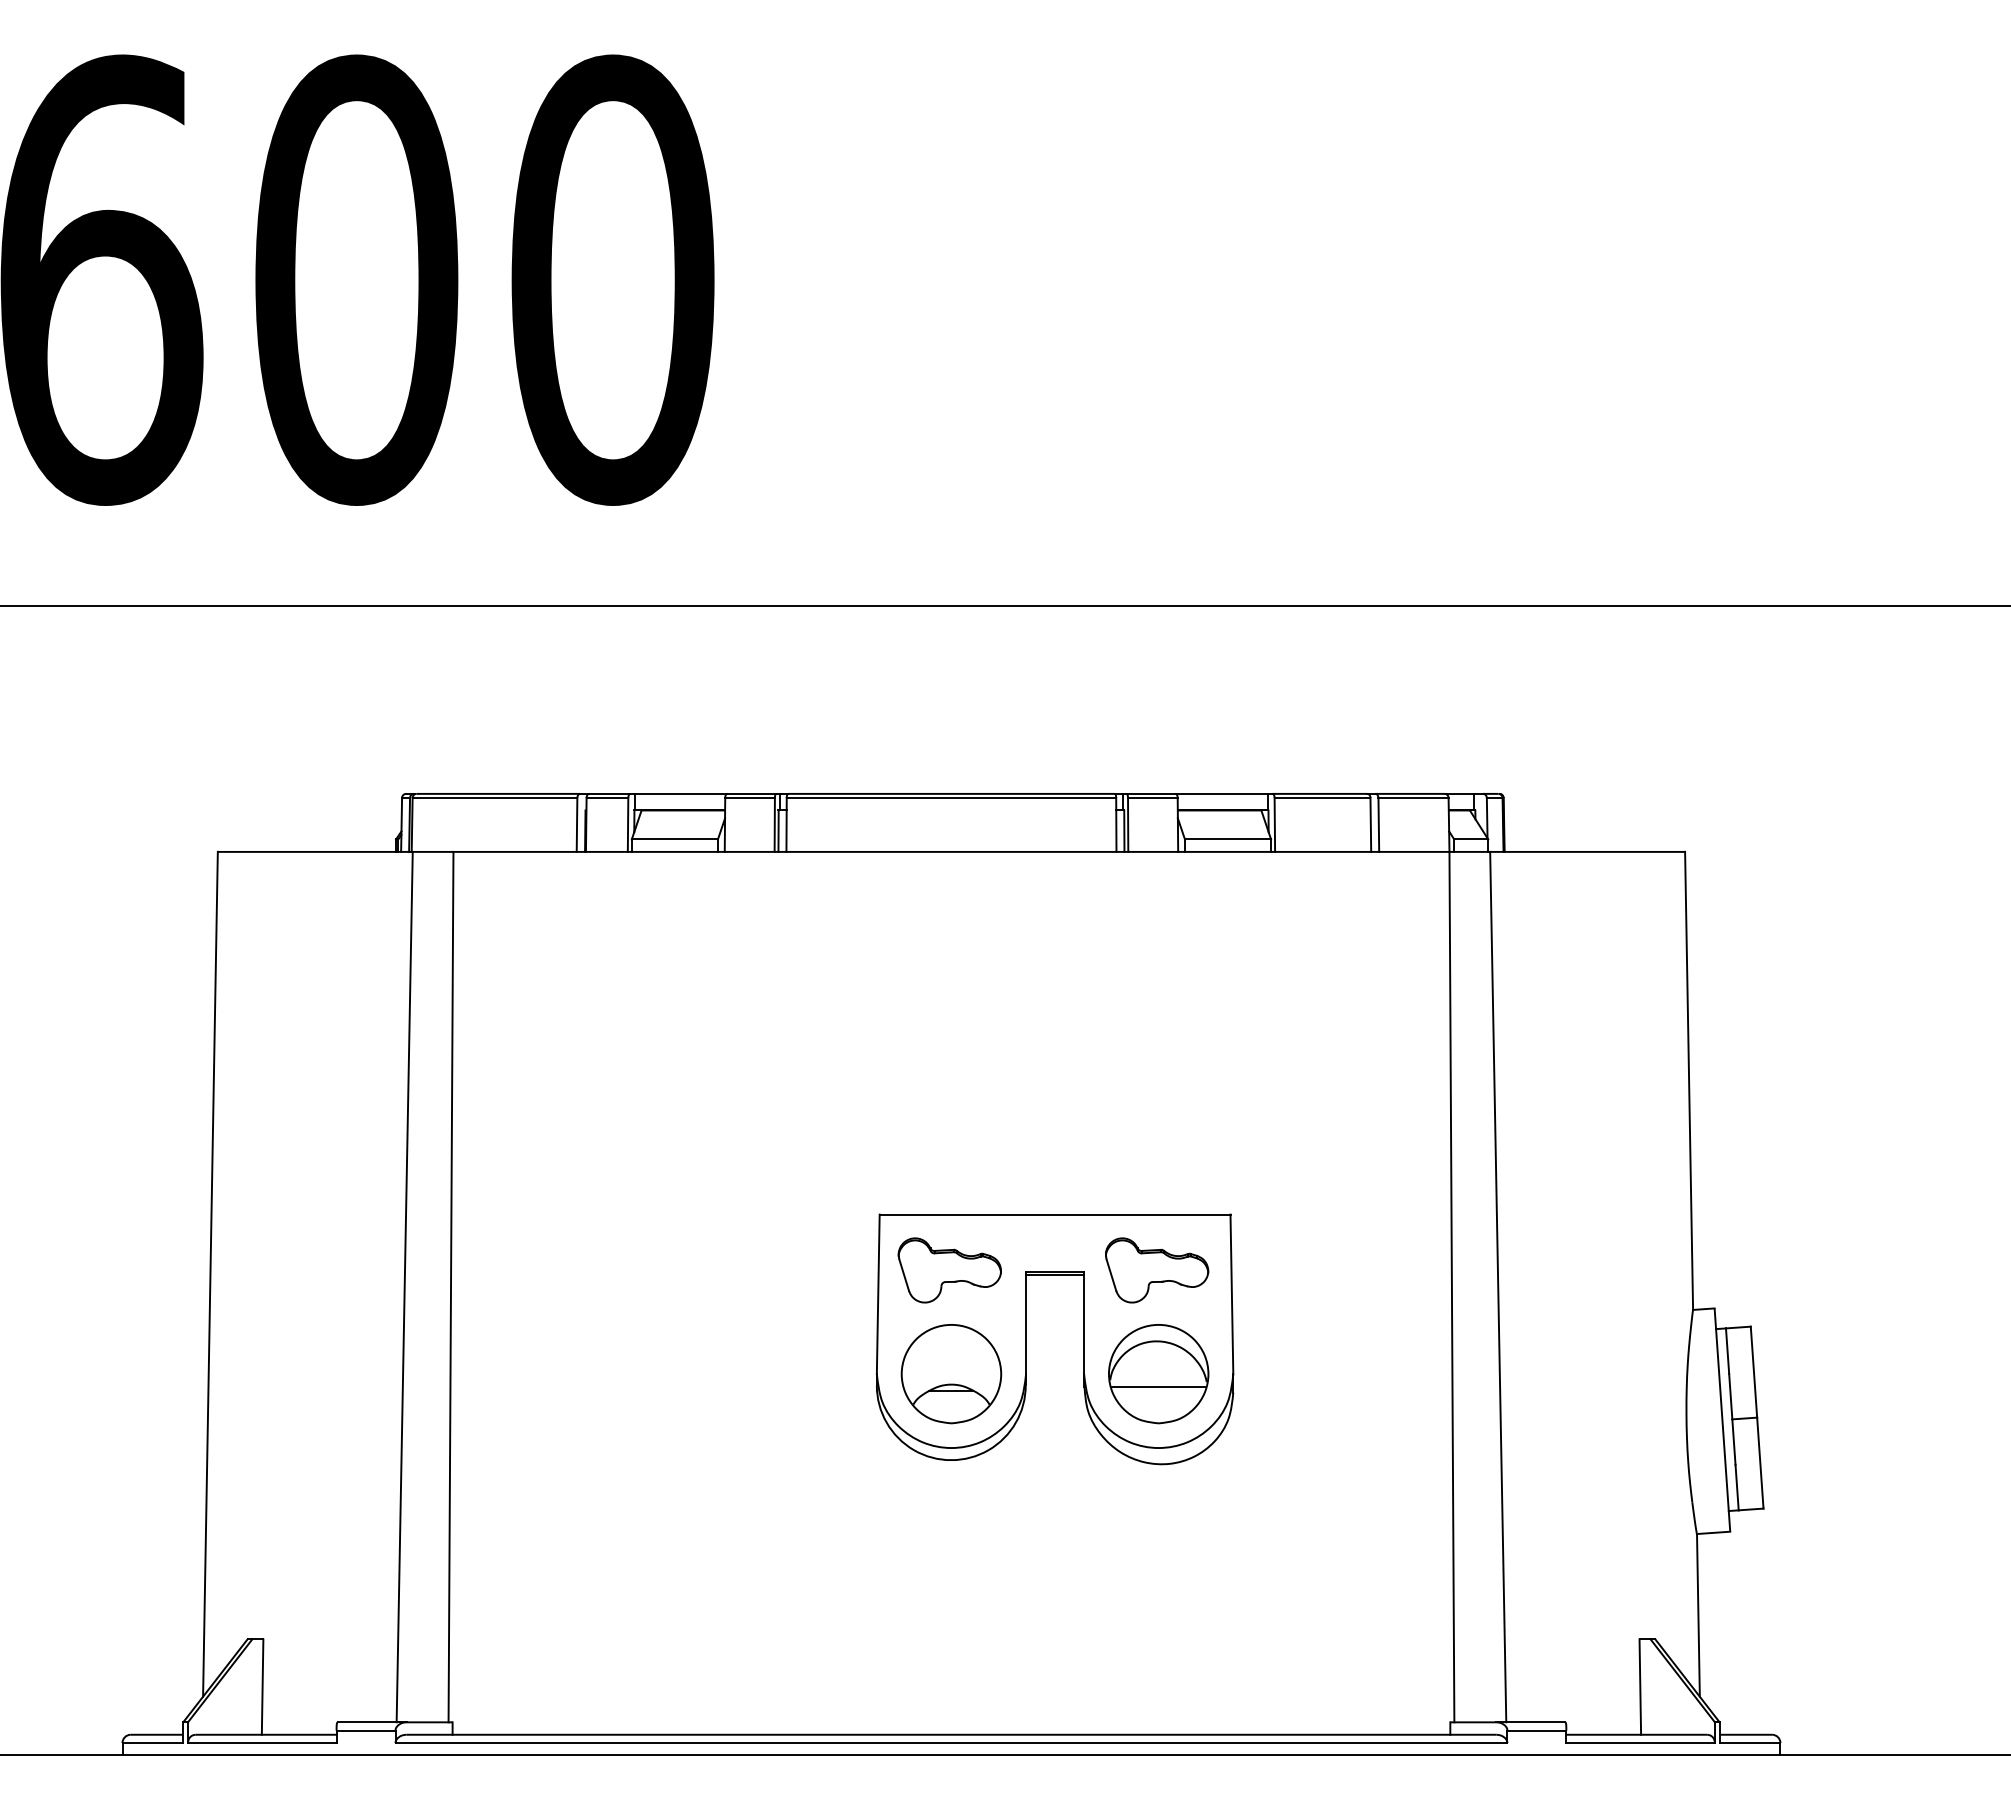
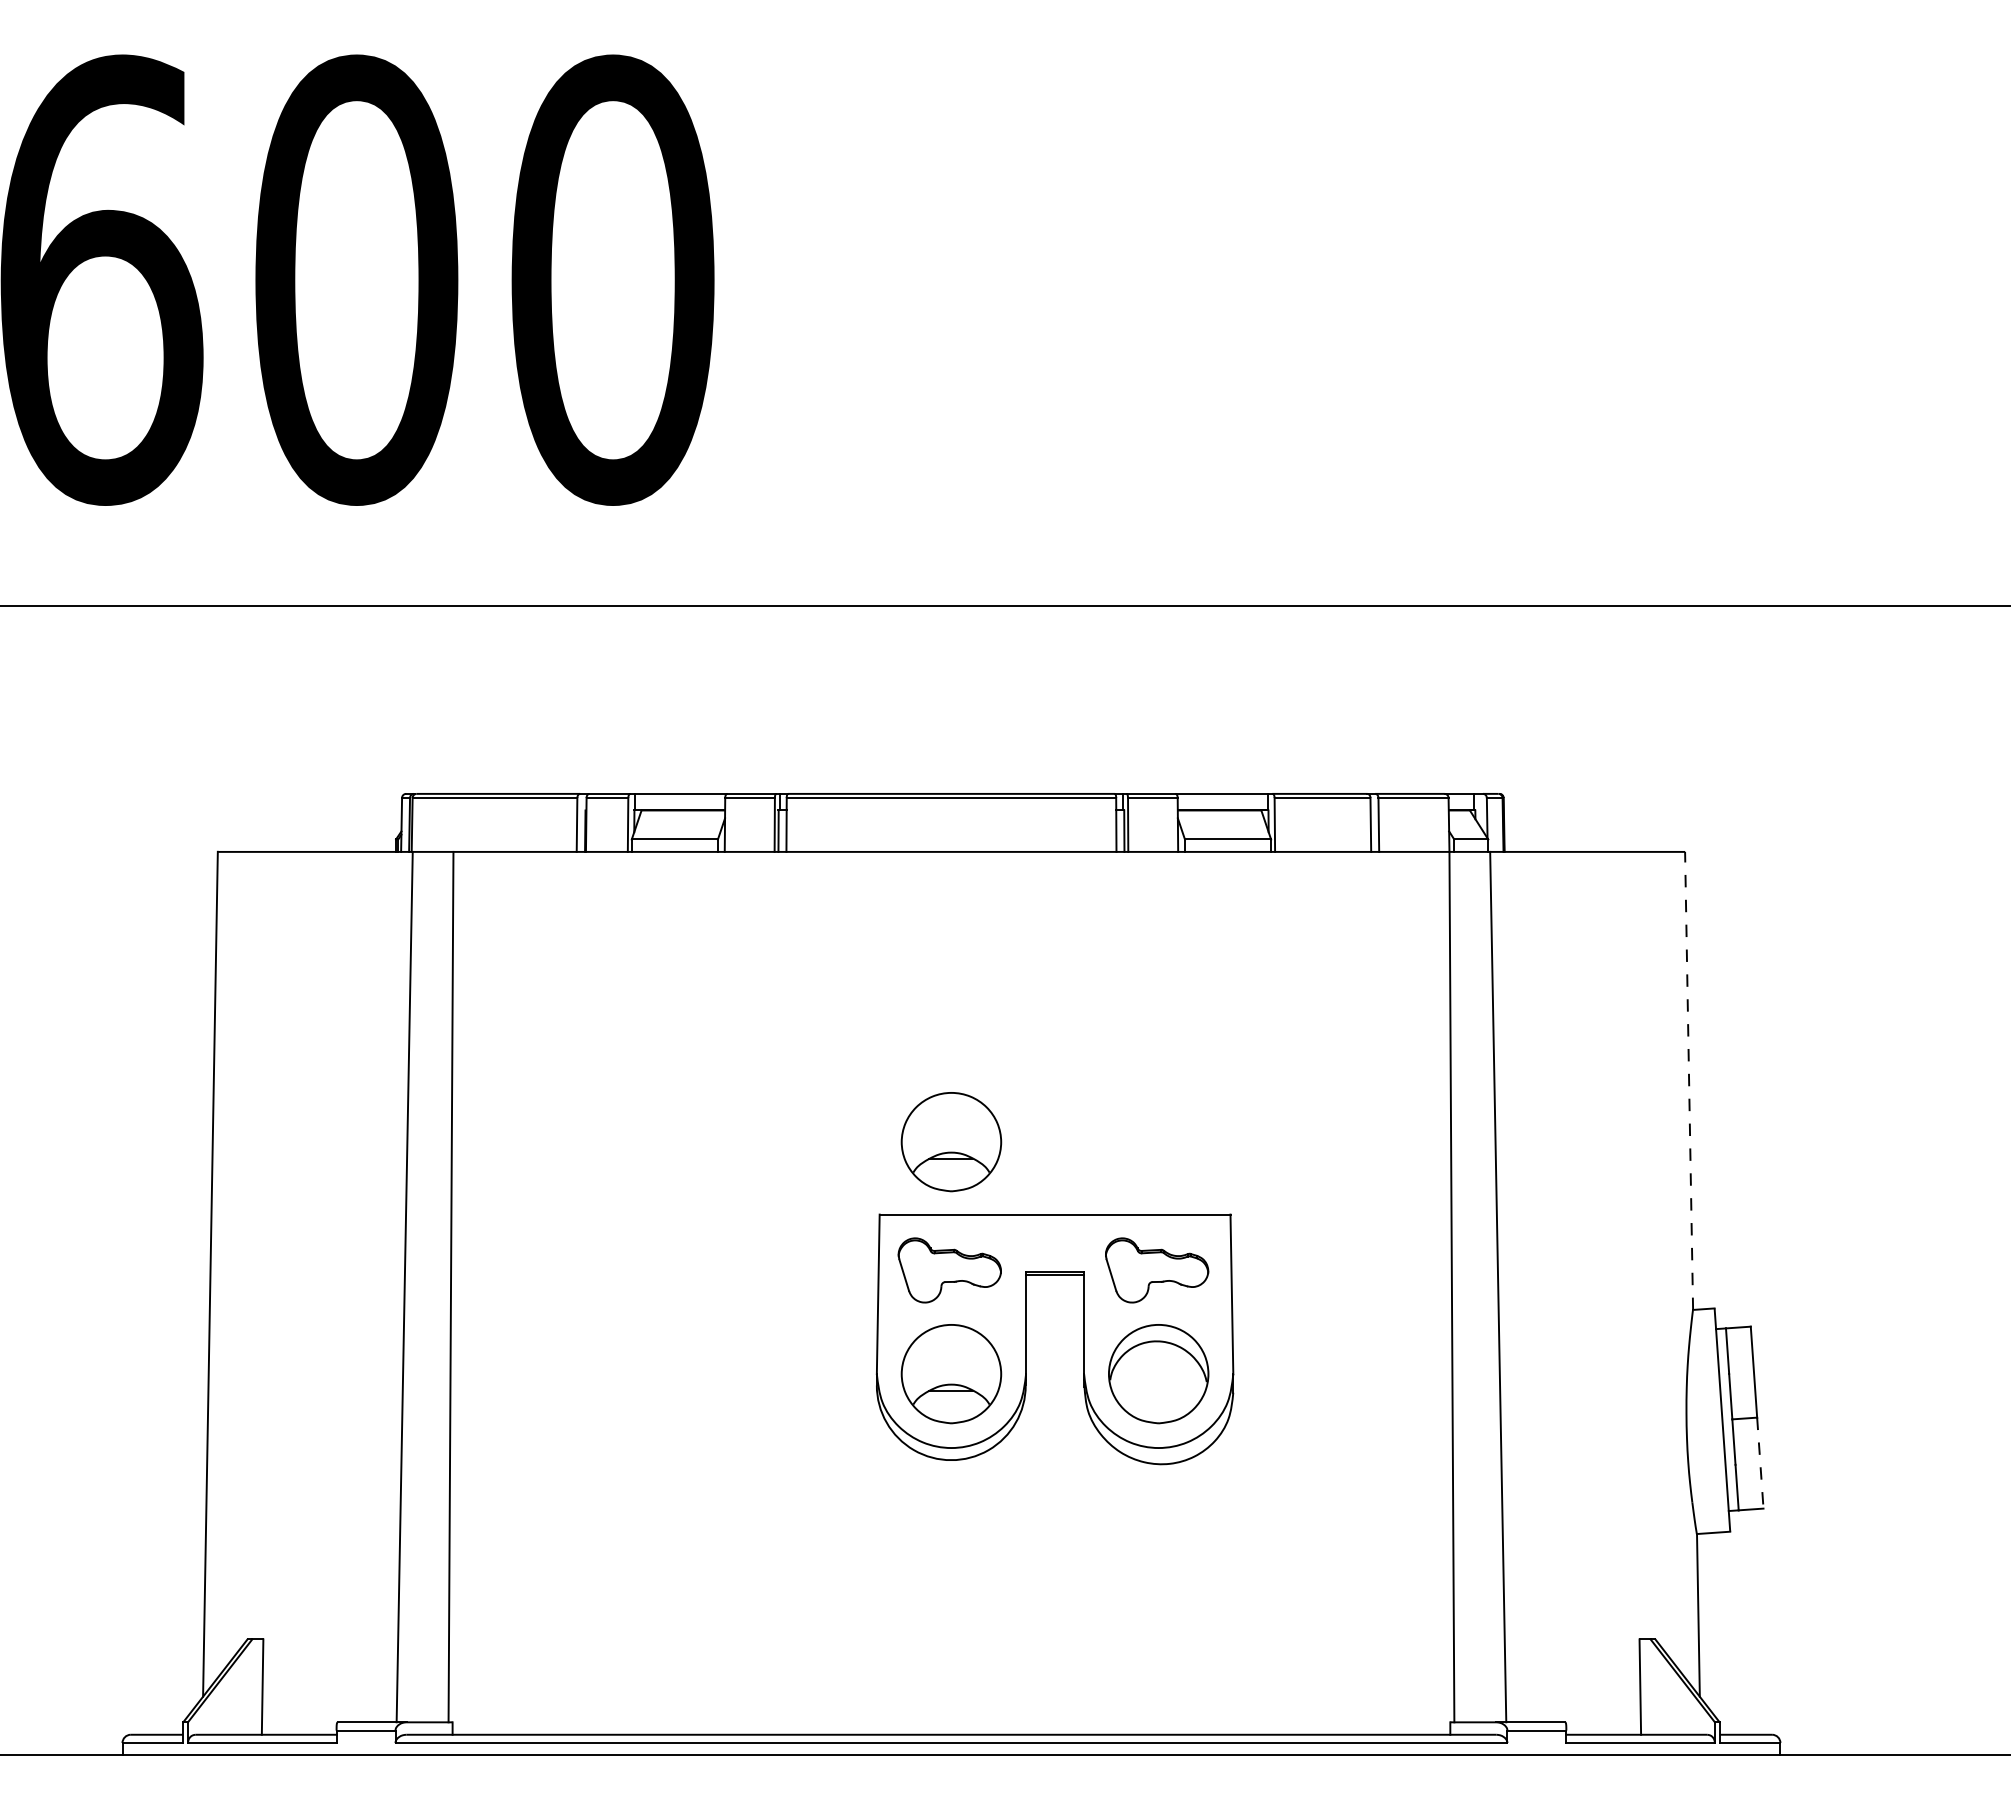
line at (1689, 1080): solid -> dashed
part at (951, 1142): none -> present
line at (1159, 1387): present -> none
line at (1760, 1463): solid -> dashed
